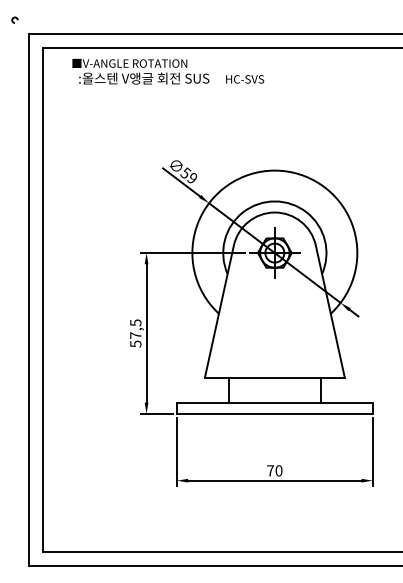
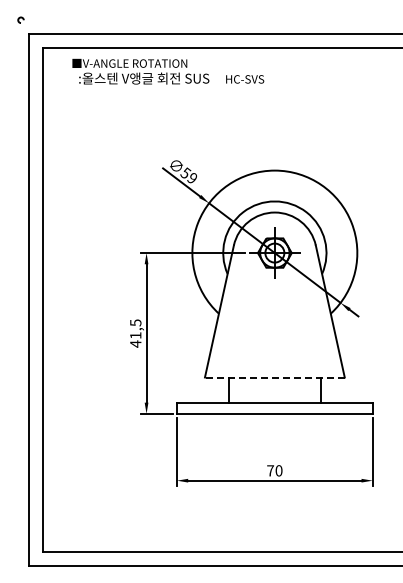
arc at (14, 18) position: (14, 18) -> (20, 18)
text at (135, 339): 57,5 -> 41,5
line at (274, 377): solid -> dashed
